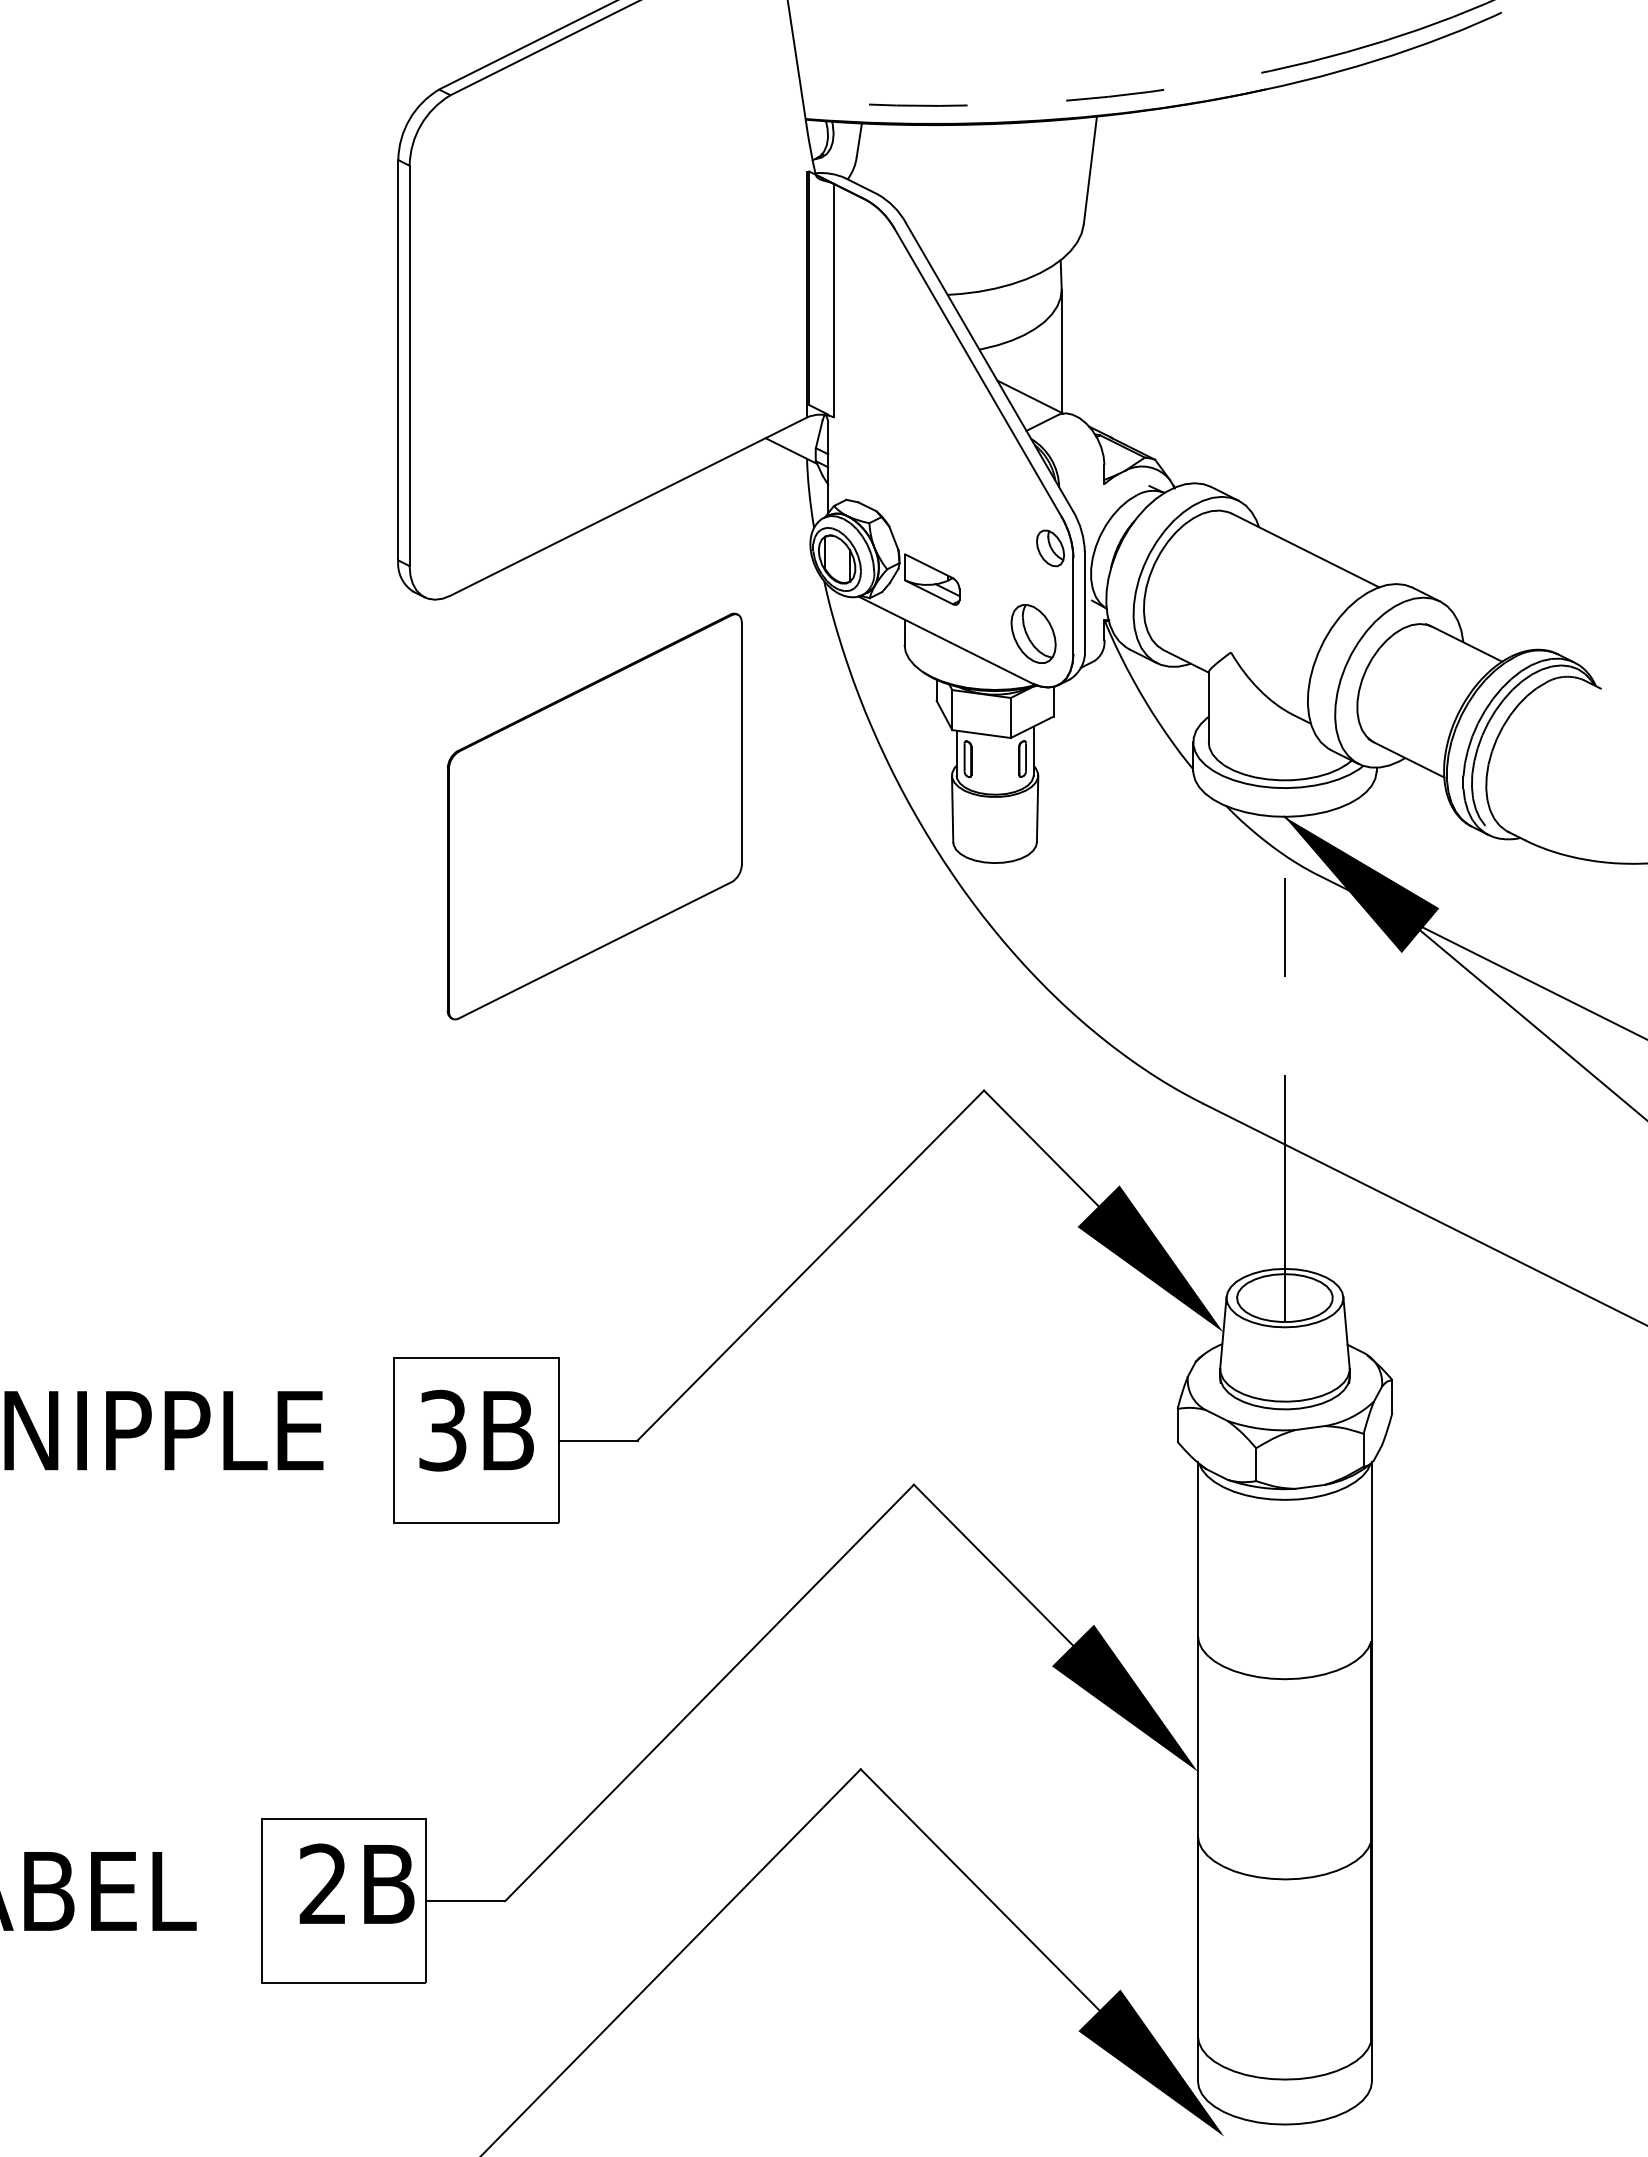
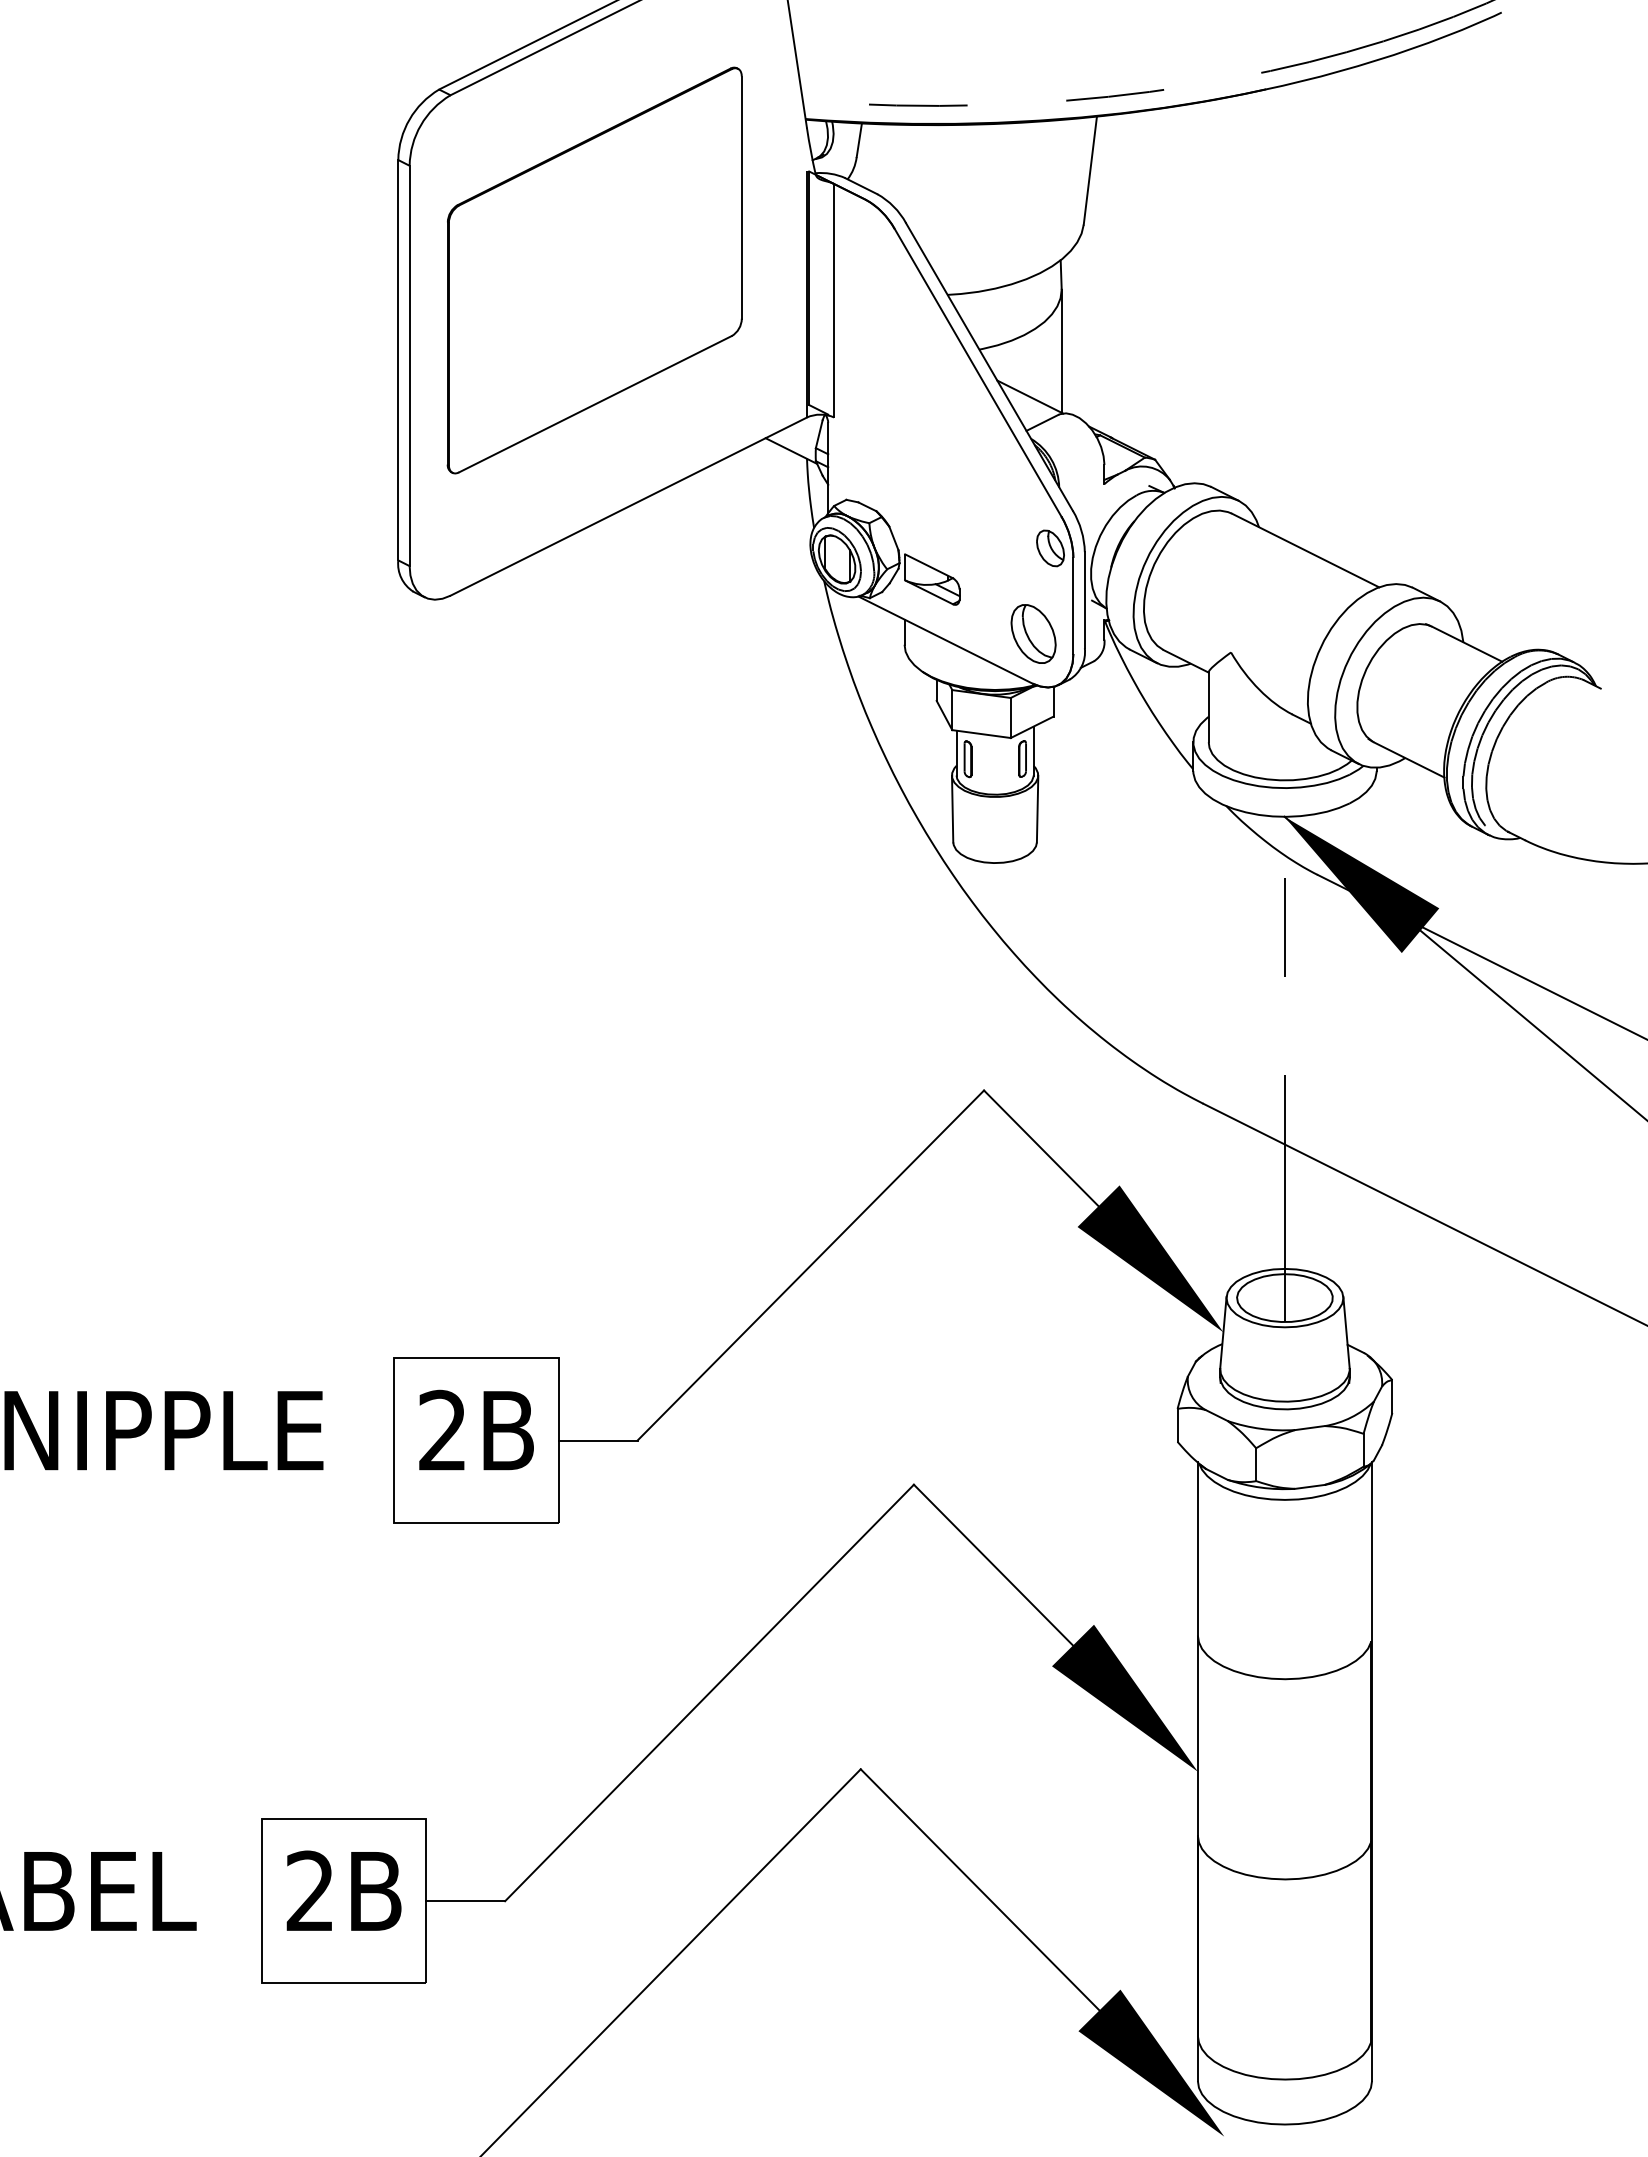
part at (594, 816) position: (594, 816) -> (594, 270)
text at (442, 1430): 3B -> 2B
text at (356, 1883) position: (356, 1883) -> (343, 1890)
